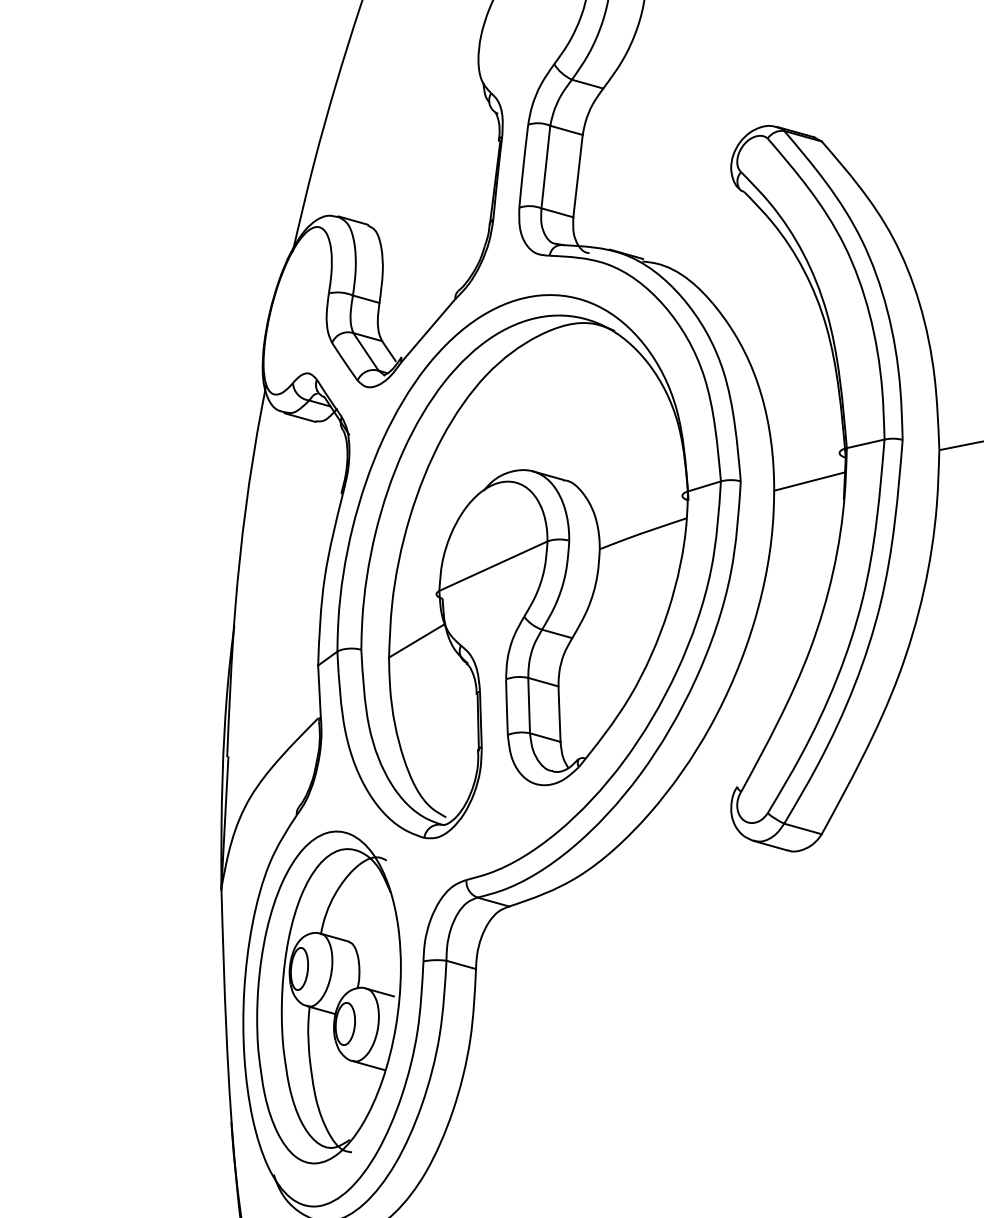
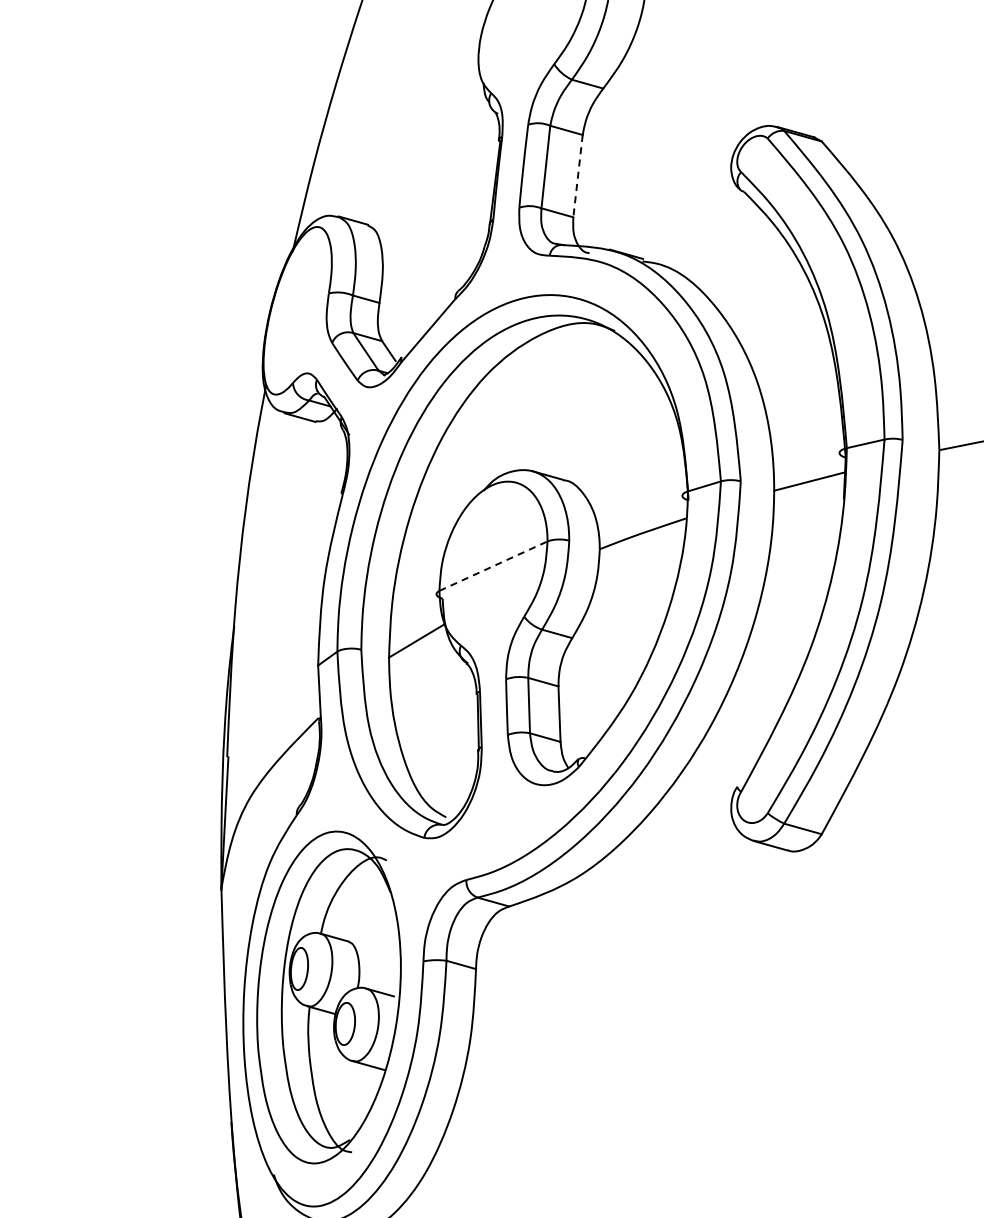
line at (577, 176): solid -> dashed
line at (493, 565): solid -> dashed
